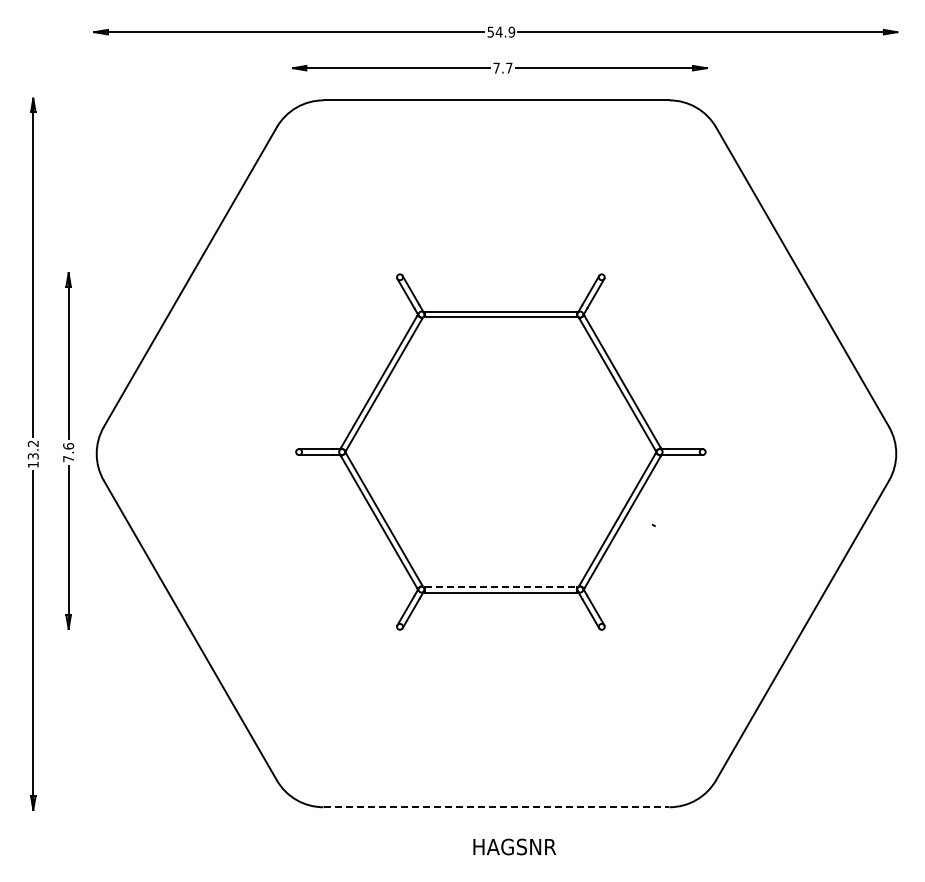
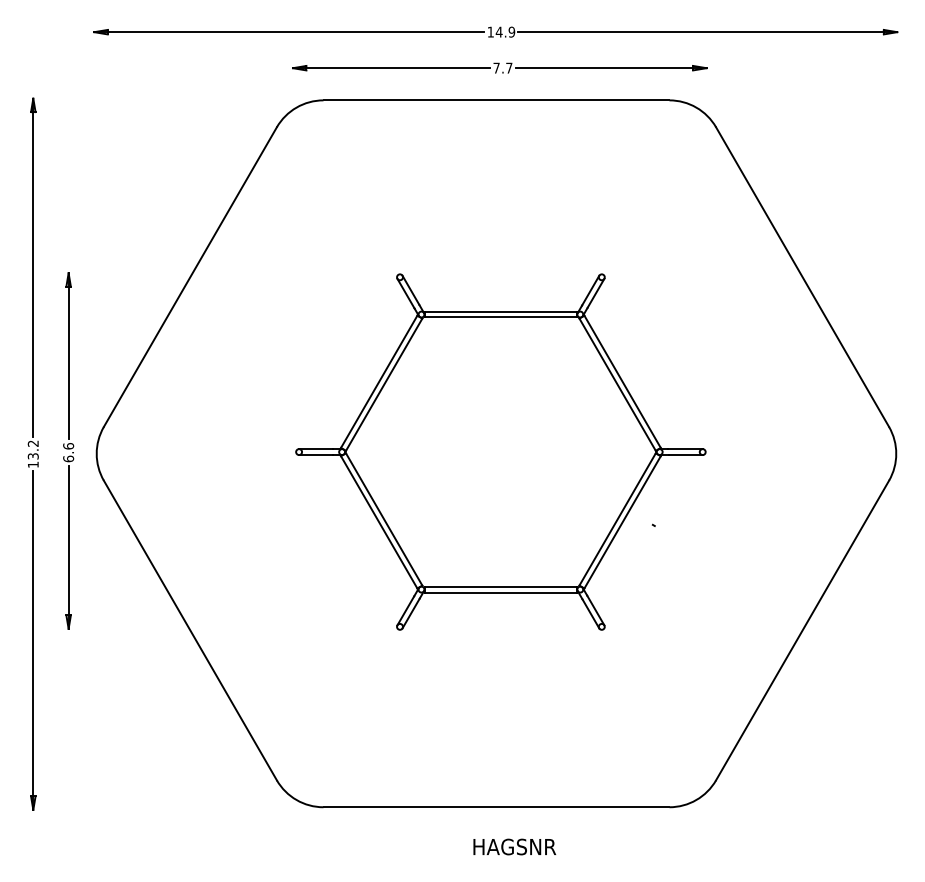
text at (490, 31): 54.9 -> 14.9
text at (68, 458): 7.6 -> 6.6
line at (501, 586): dashed -> solid
line at (496, 807): dashed -> solid
